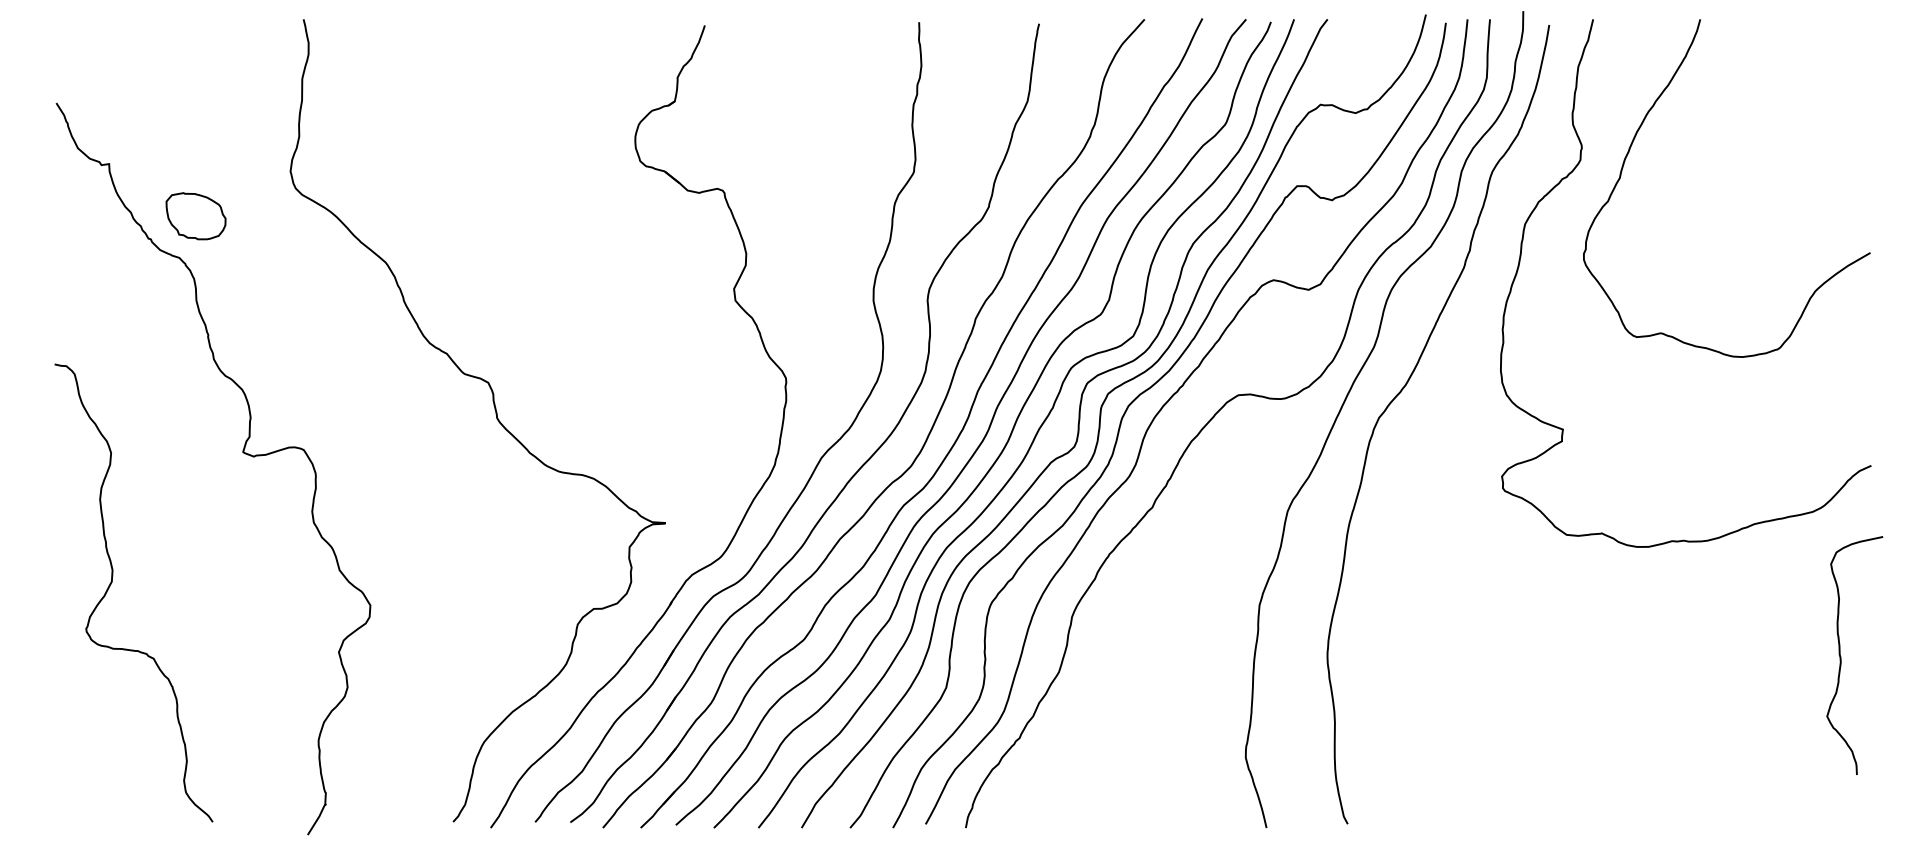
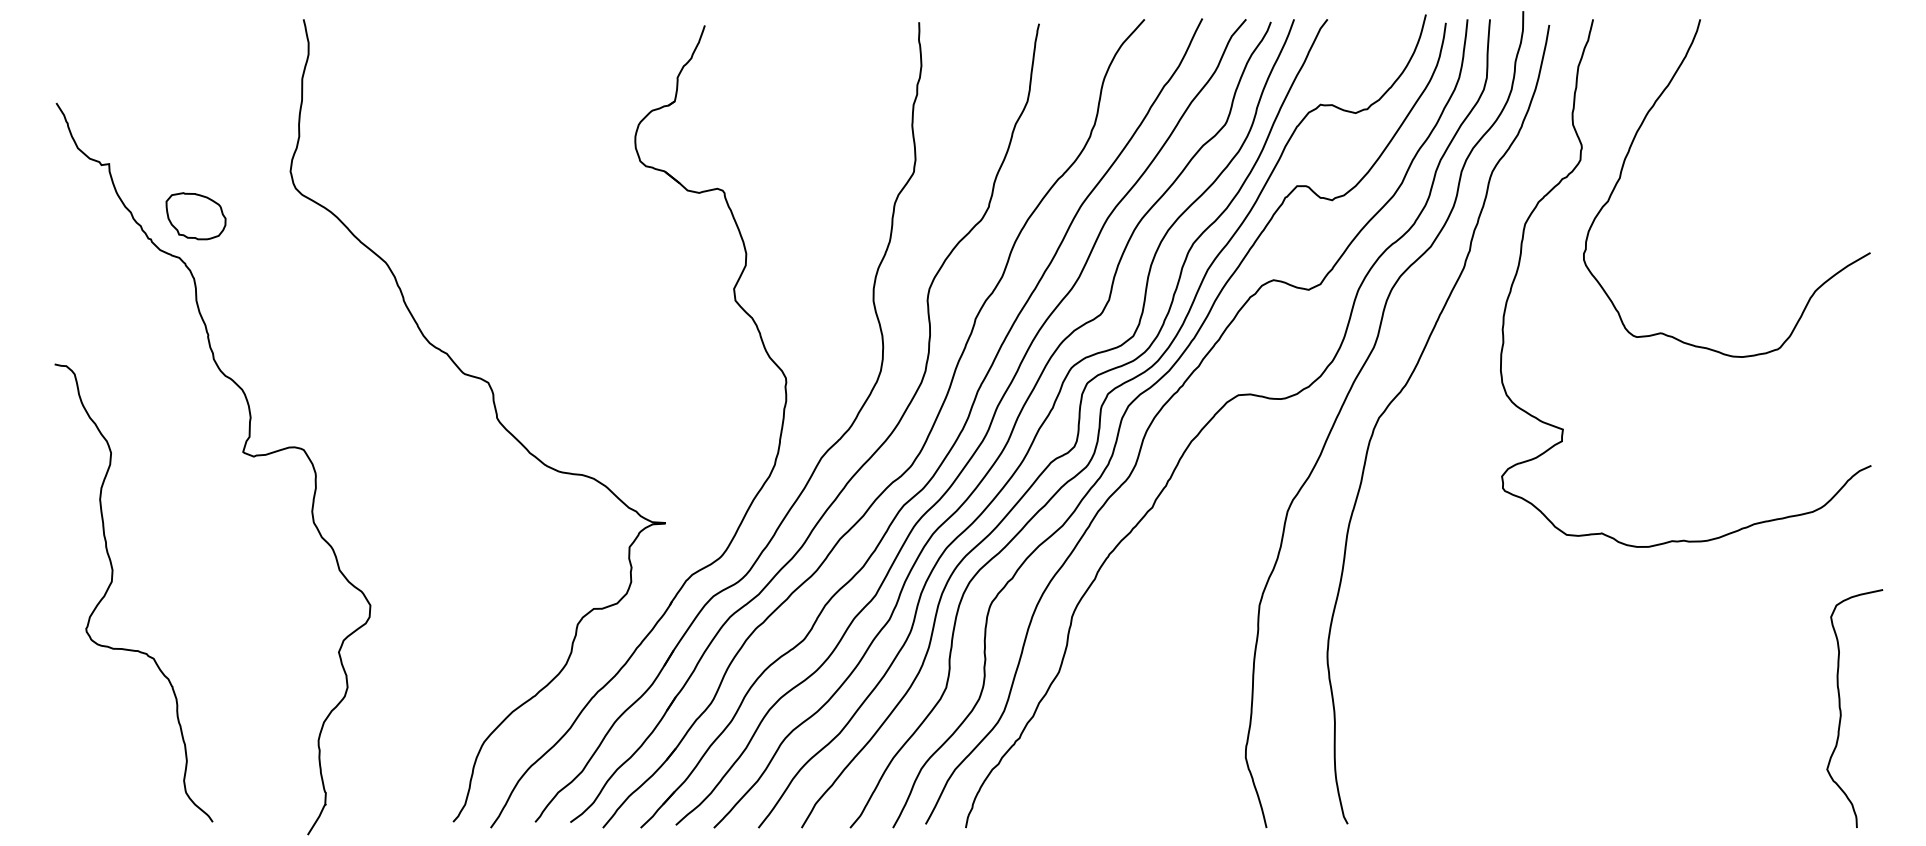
curve at (1841, 656) position: (1841, 656) -> (1841, 709)
